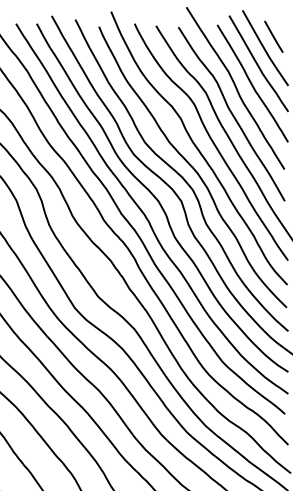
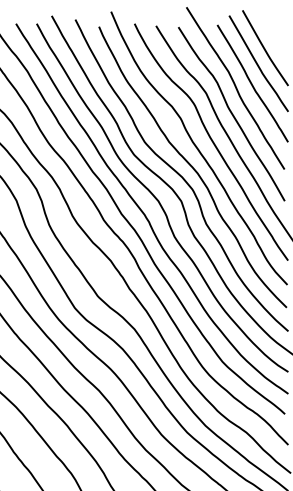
line at (273, 36): present -> none
